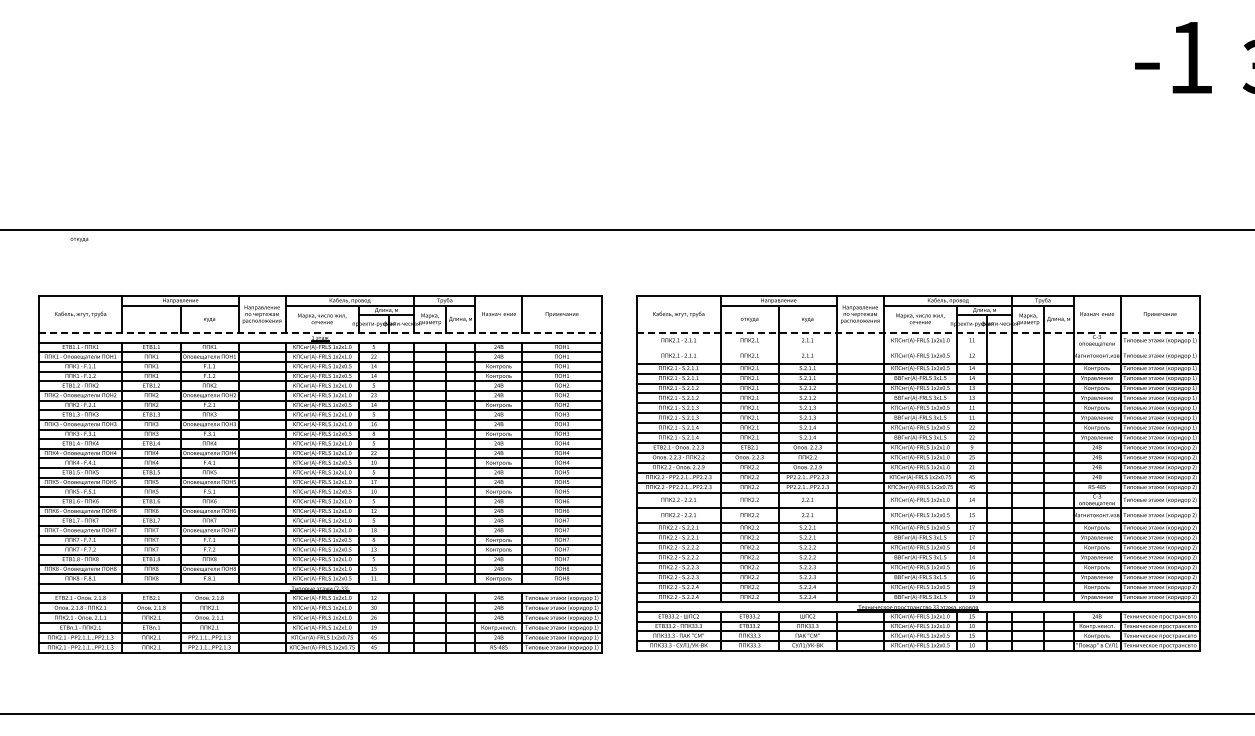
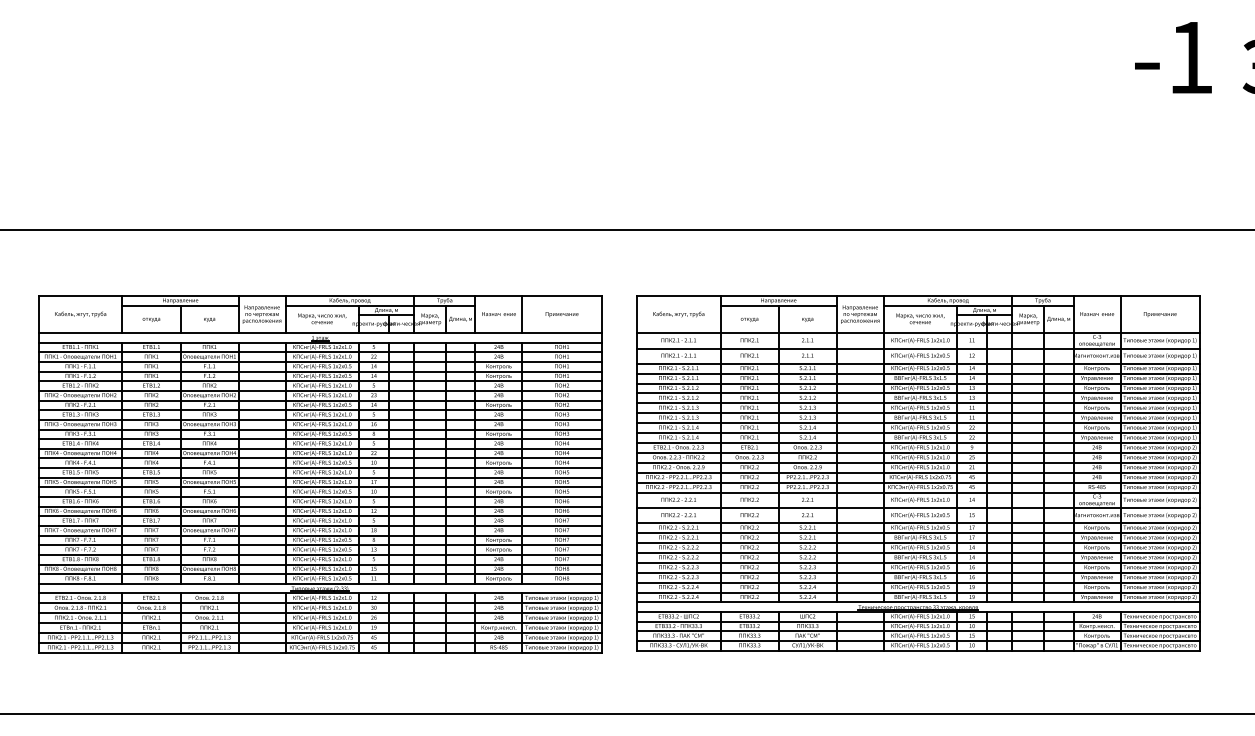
text at (79, 239) position: (79, 239) -> (151, 319)
line at (320, 333): dashed -> solid
line at (918, 333): dashed -> solid
line at (917, 348): none -> present
